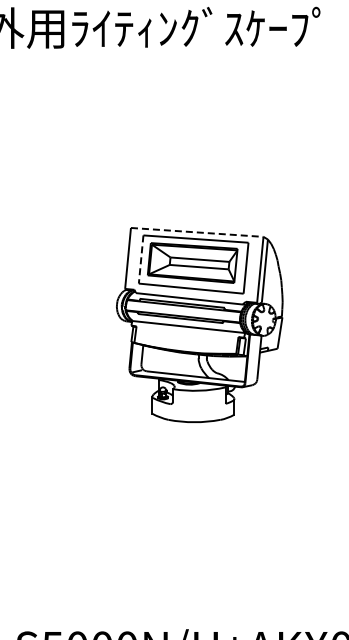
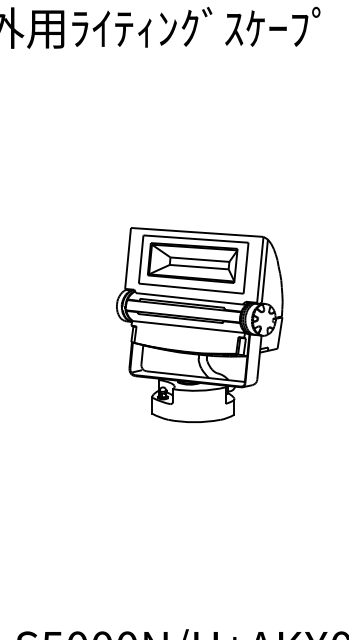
line at (197, 232): dashed -> solid
line at (141, 260): dashed -> solid
